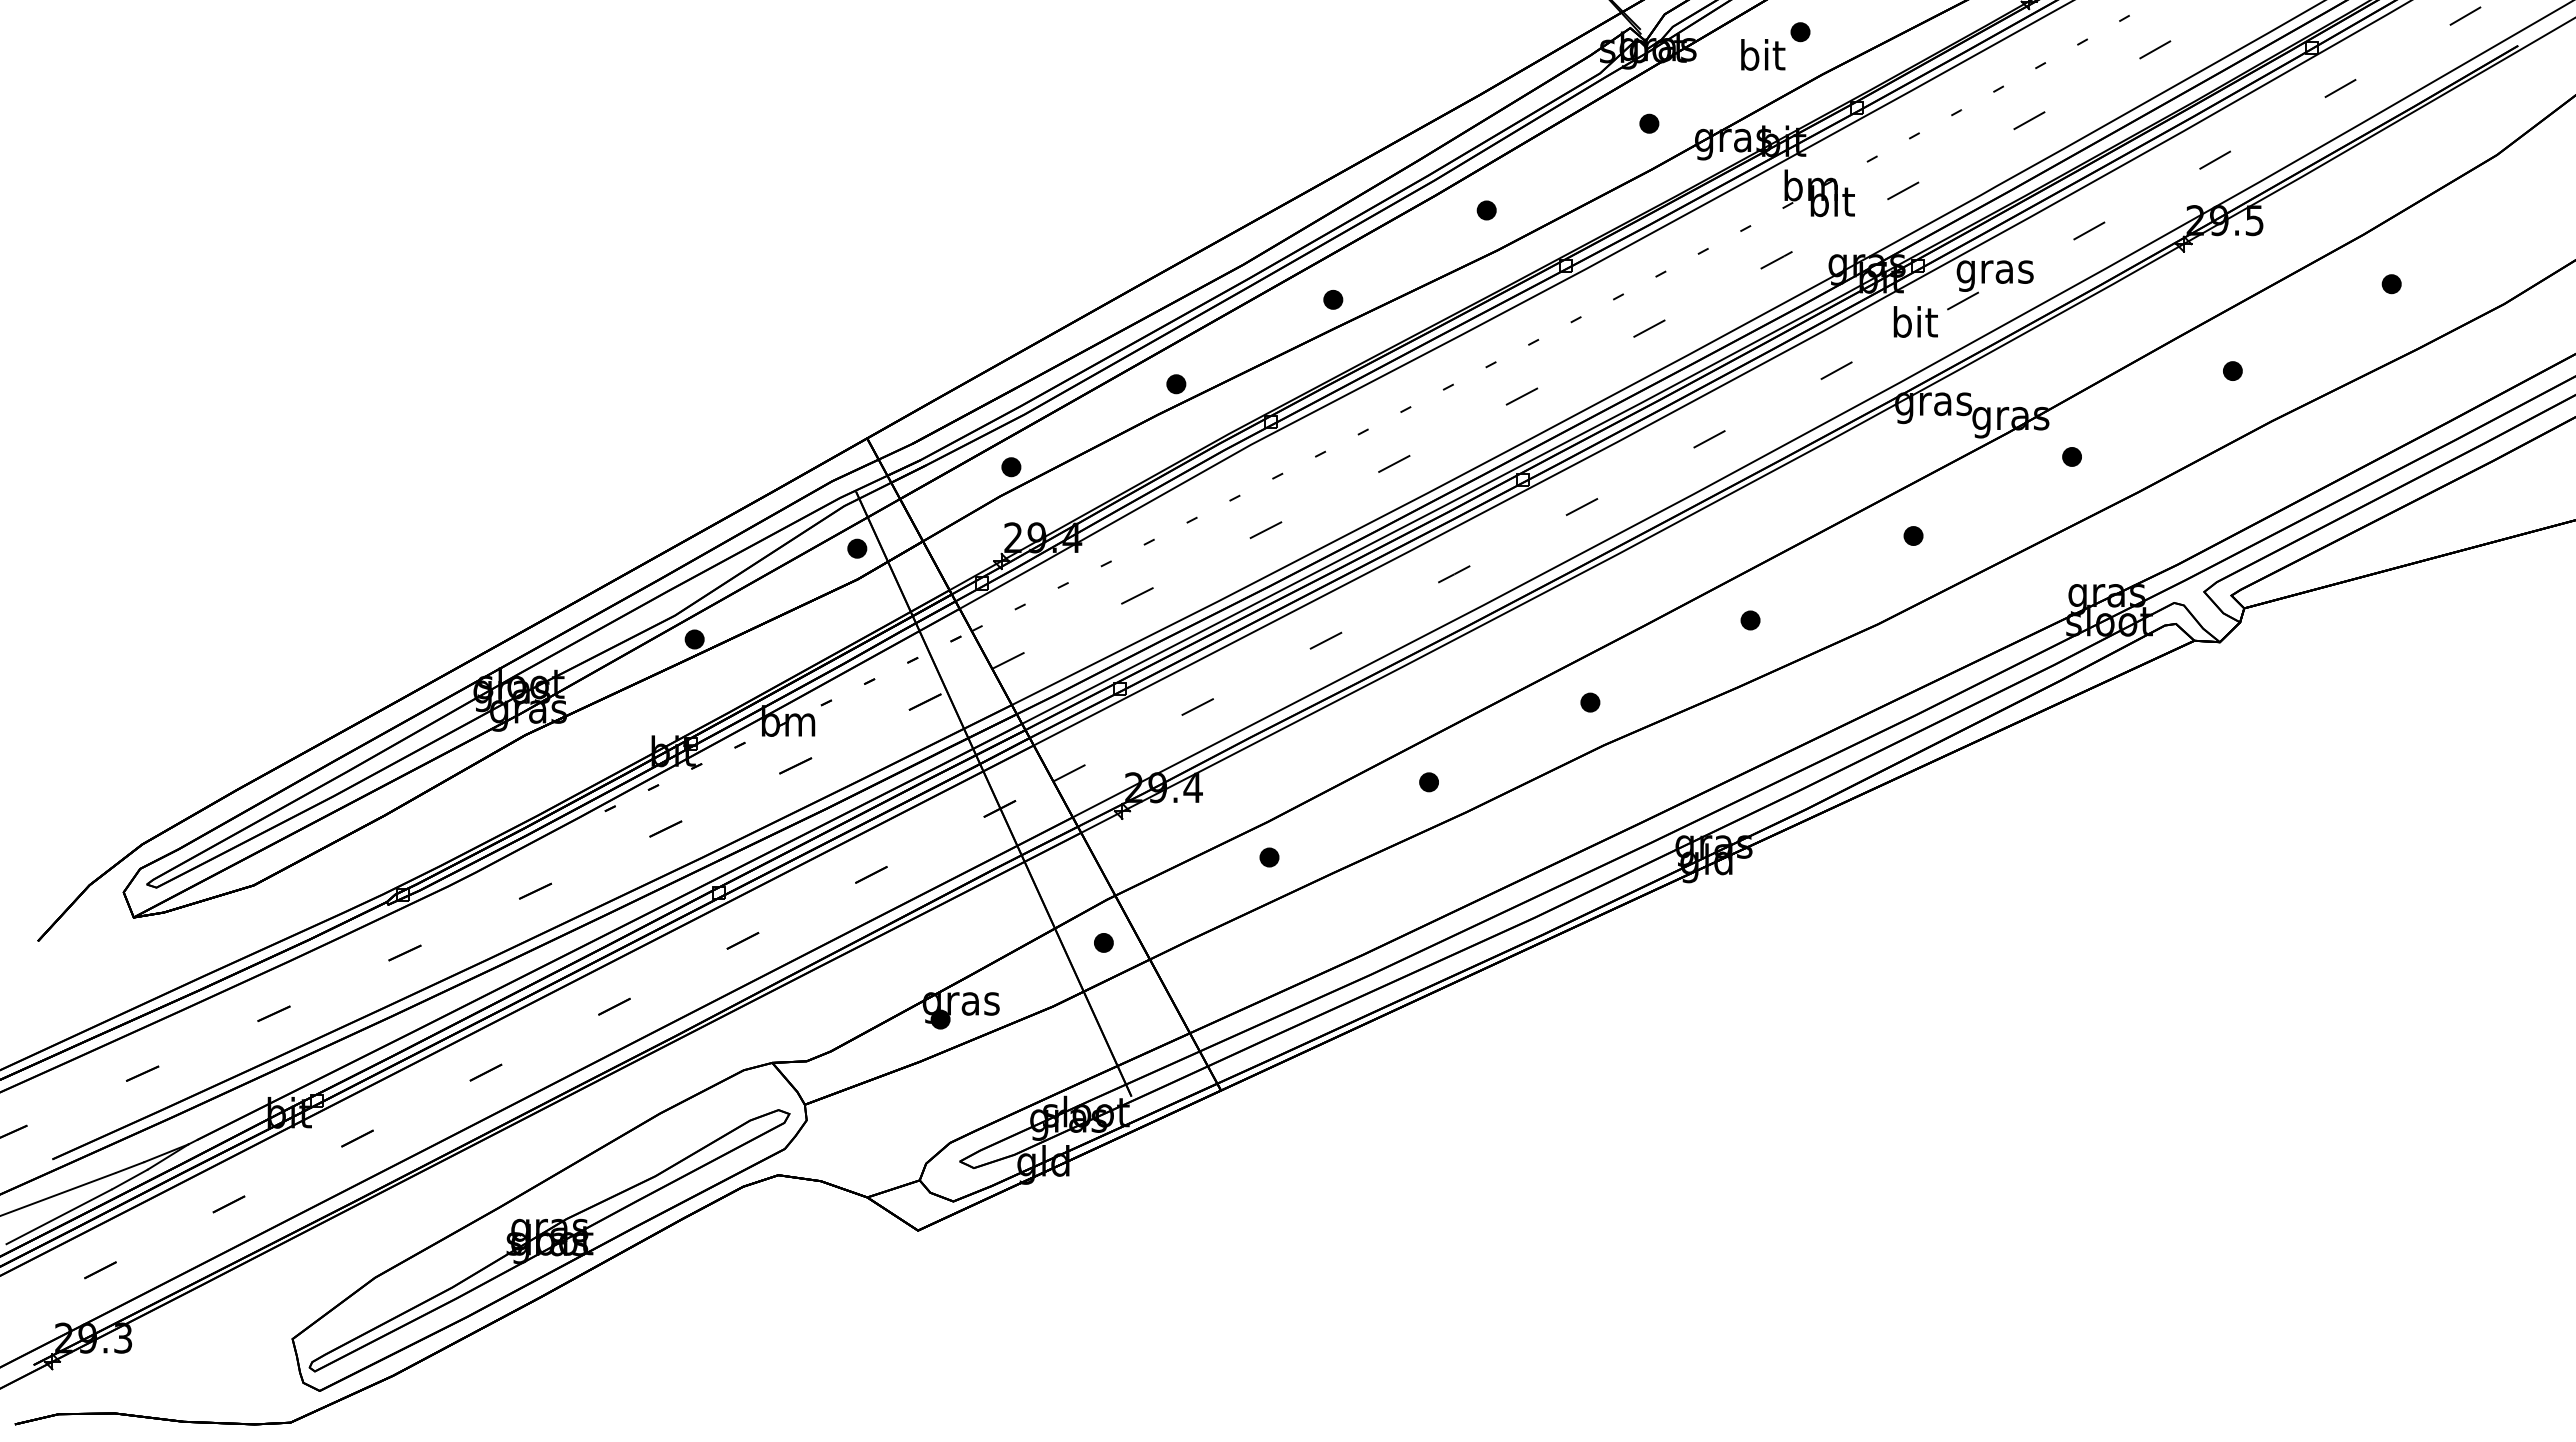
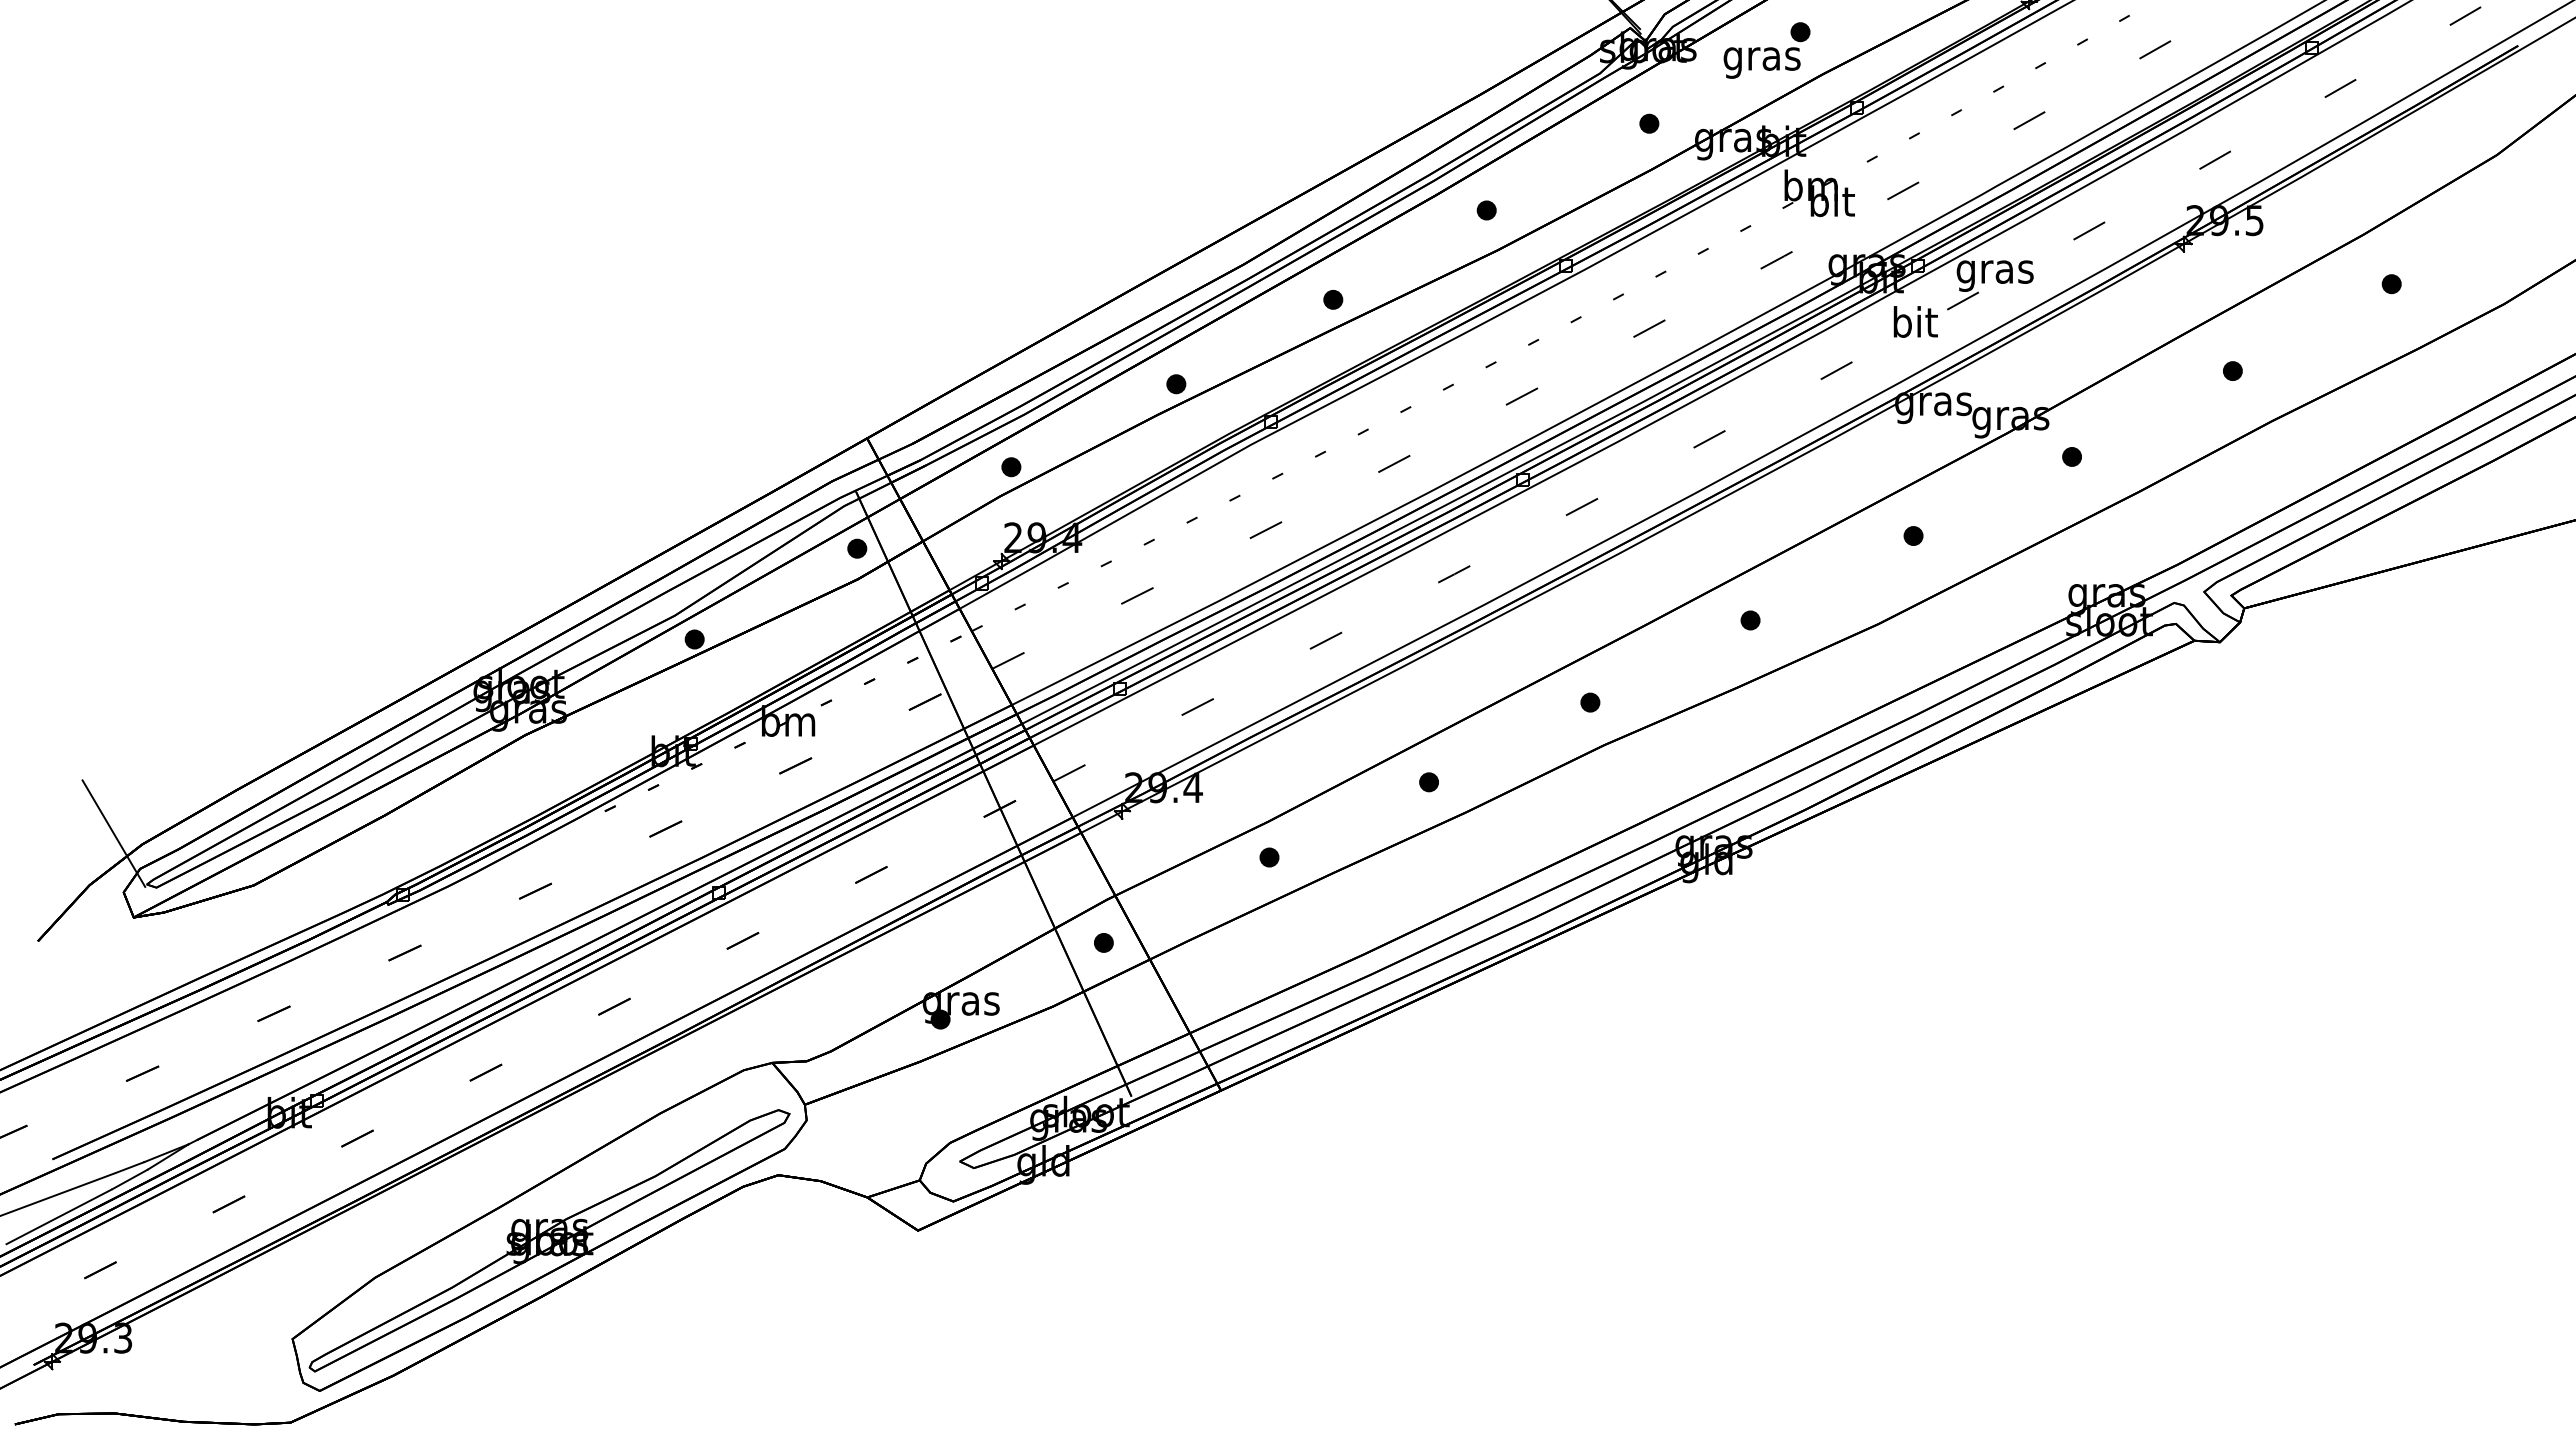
text at (1761, 58): bit -> gras
line at (113, 833): none -> present
